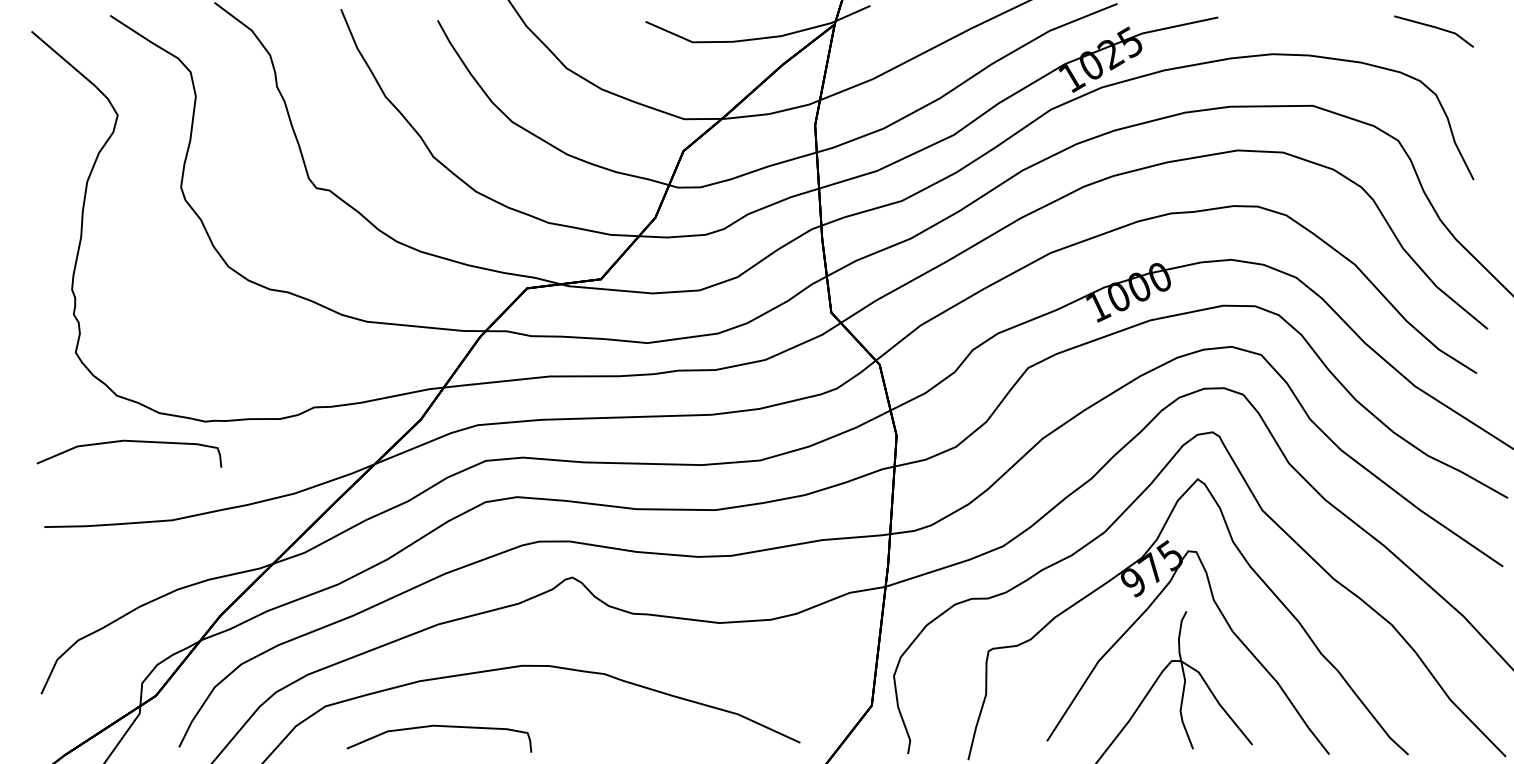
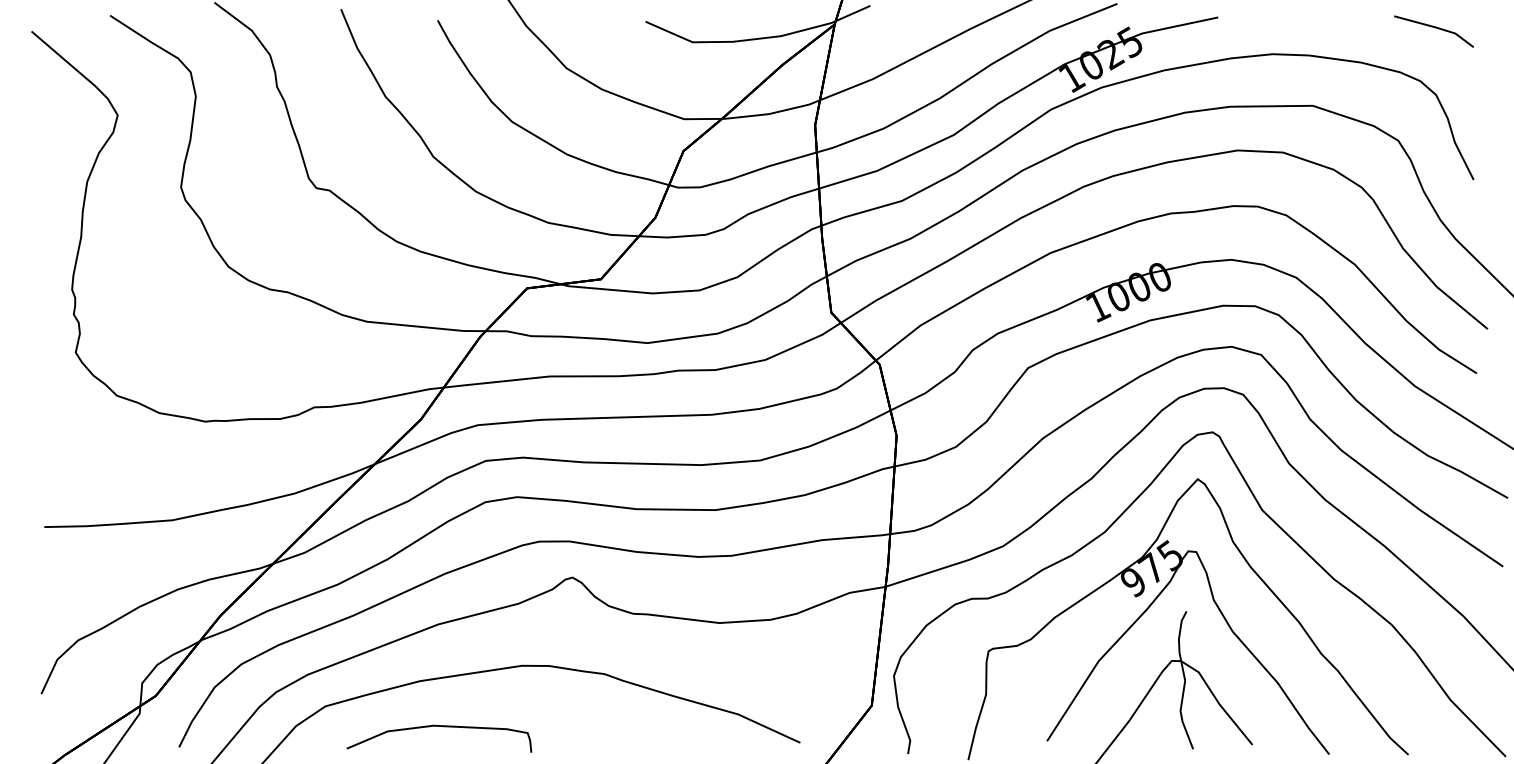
curve at (133, 442): present -> none
